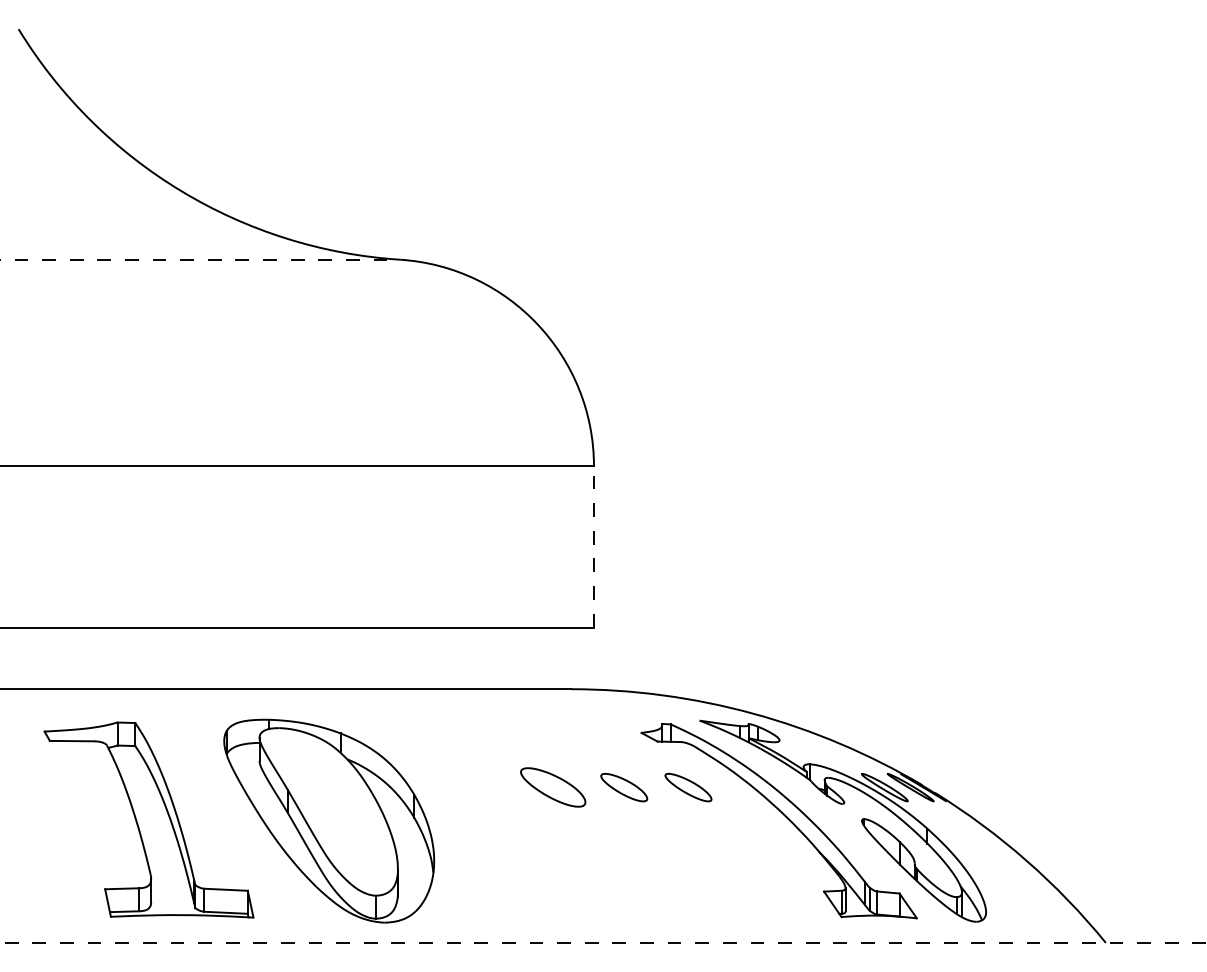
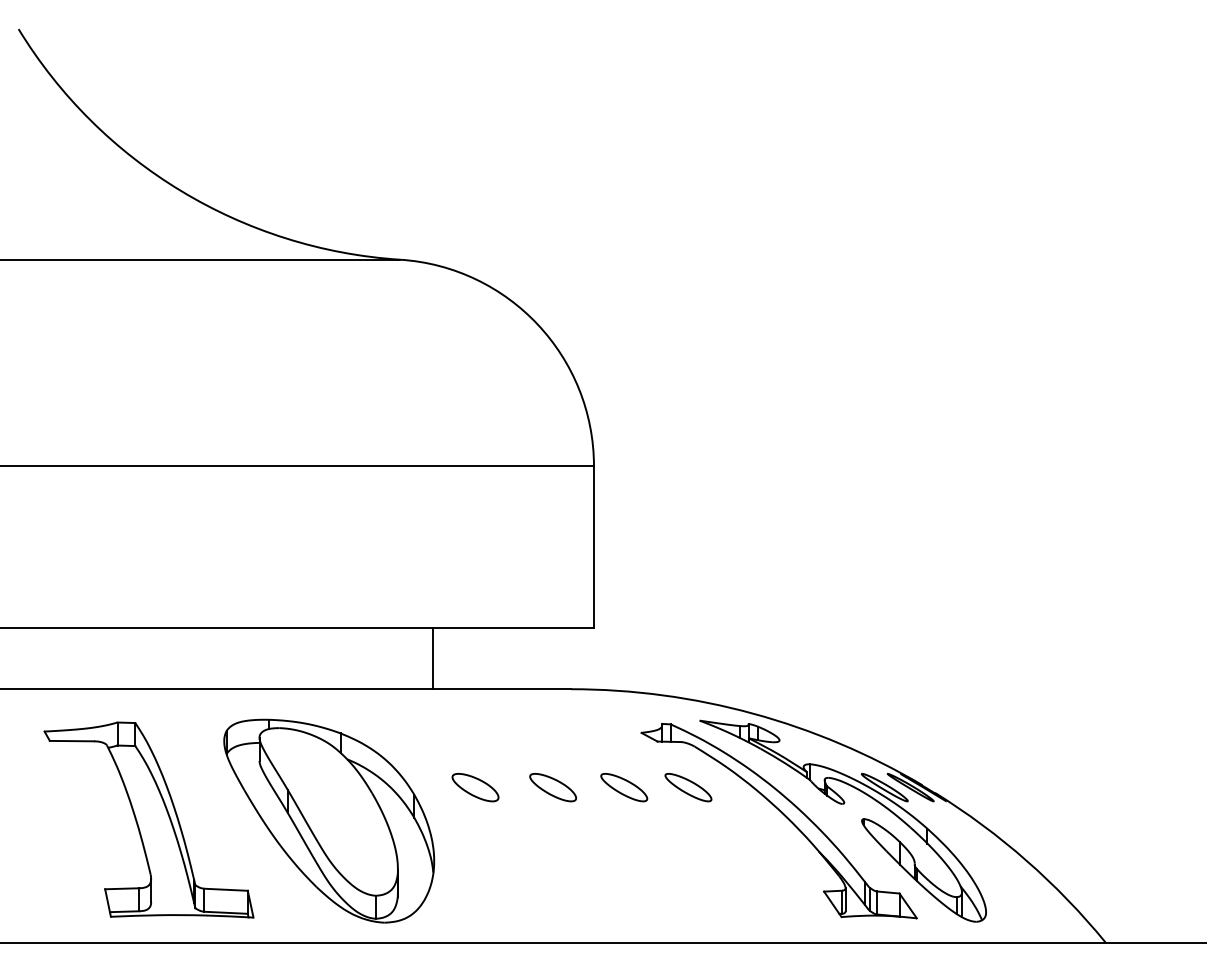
line at (200, 259): dashed -> solid
line at (593, 546): dashed -> solid
line at (432, 658): none -> present
part at (475, 787): none -> present
part at (553, 787) size: 67x41 px -> 48x30 px
line at (603, 942): dashed -> solid
